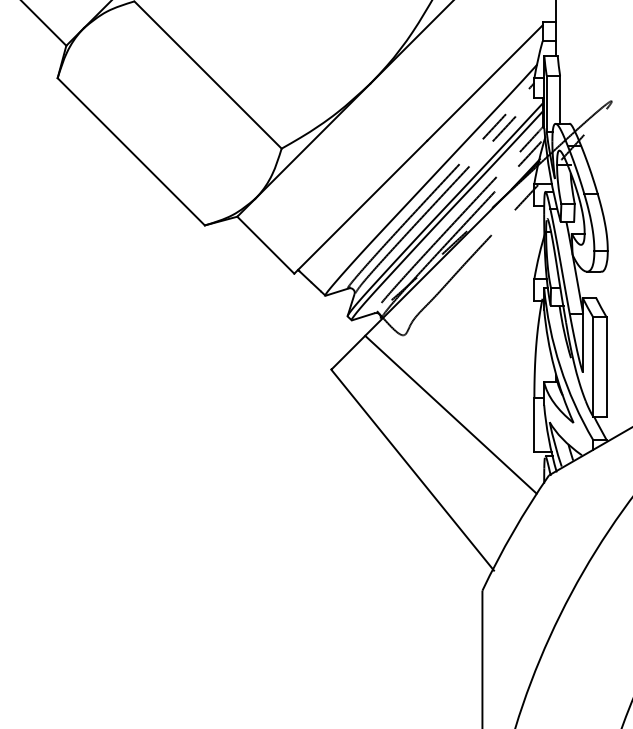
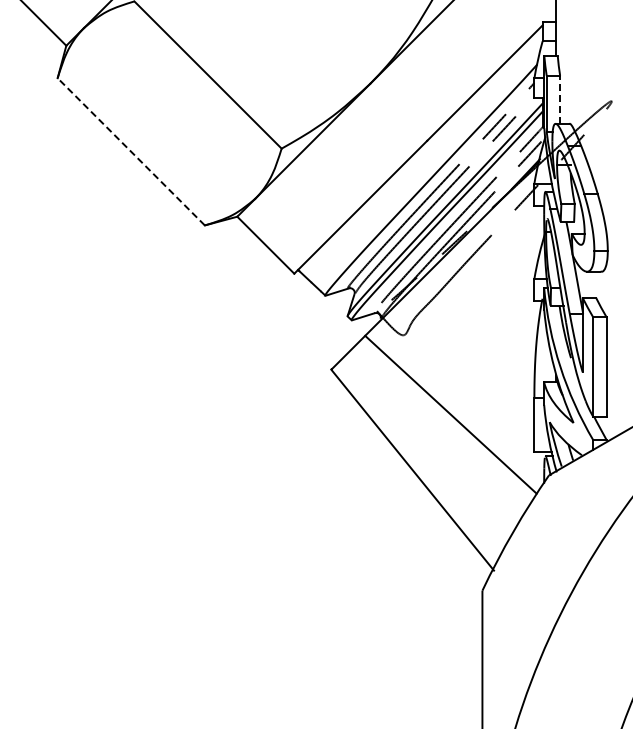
line at (560, 99): solid -> dashed
line at (130, 151): solid -> dashed
